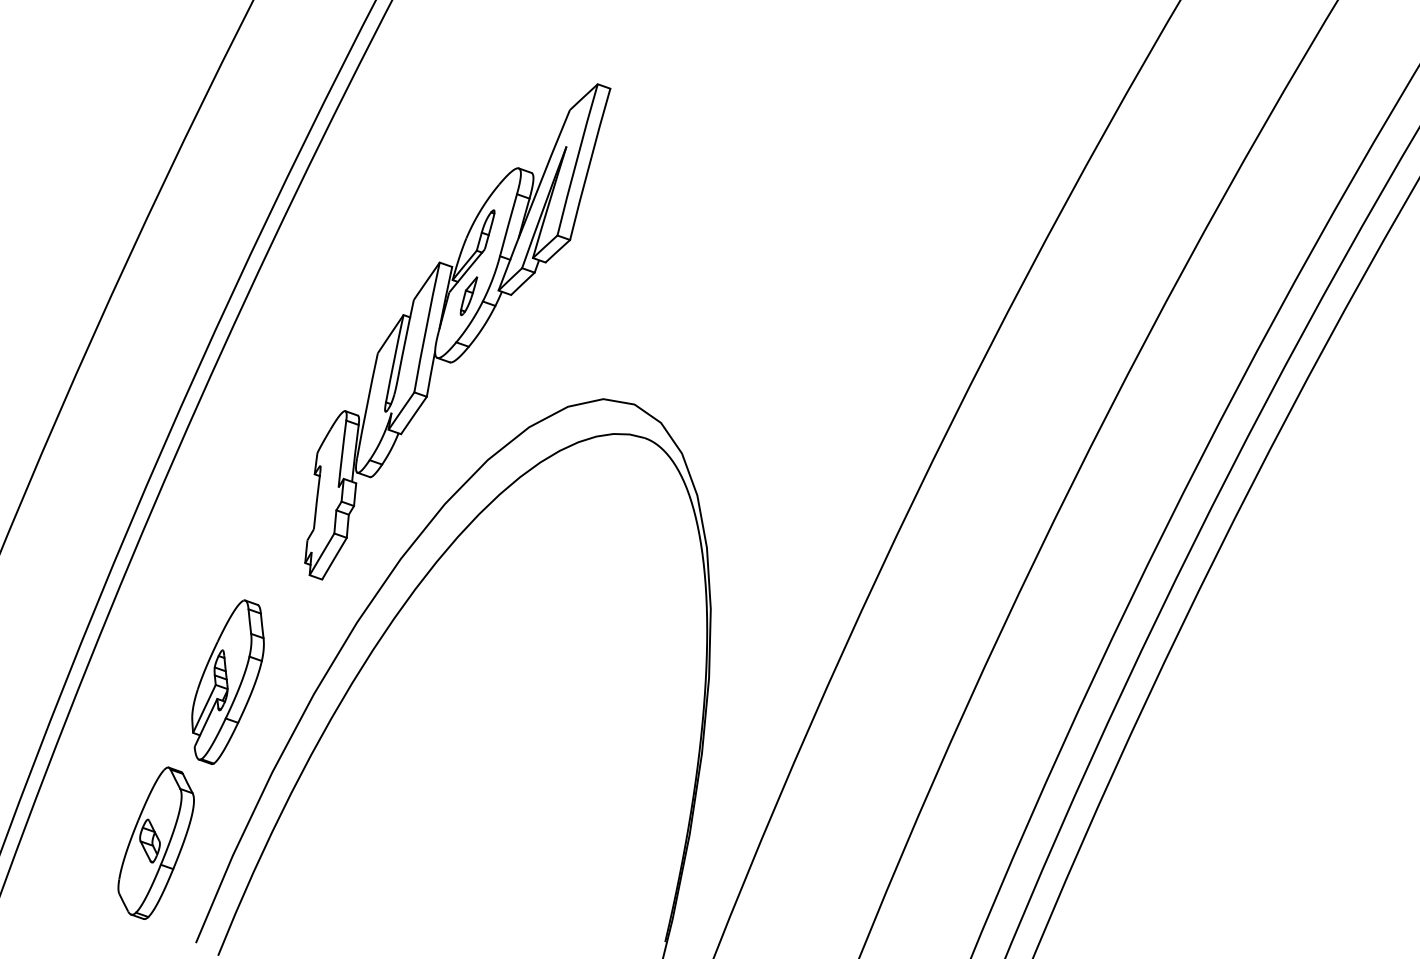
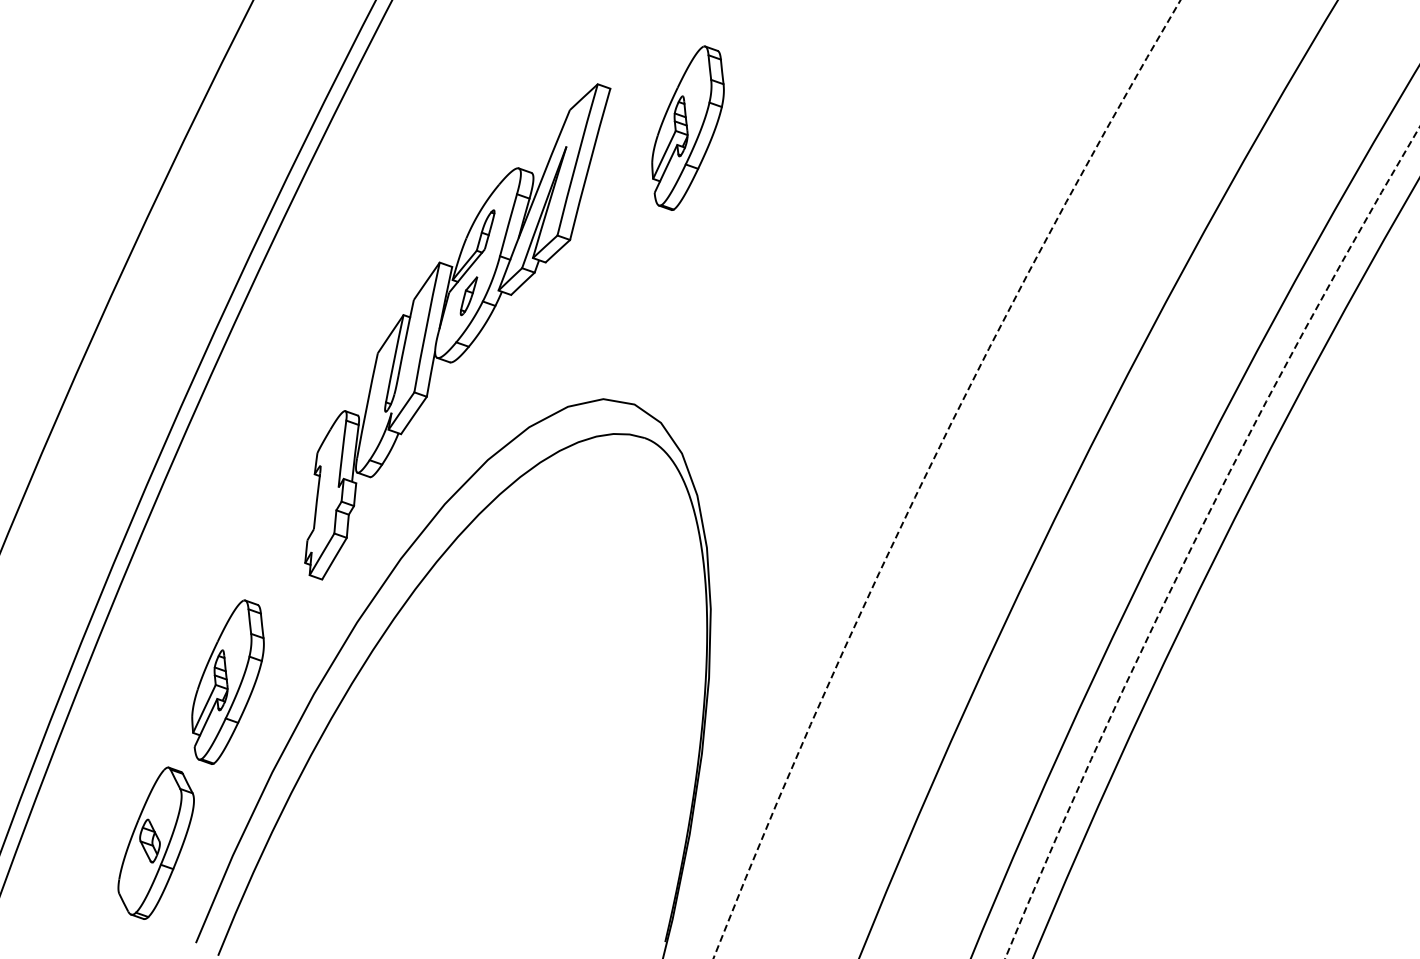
part at (687, 127): none -> present
circle at (946, 479): solid -> dashed
circle at (1212, 542): solid -> dashed
